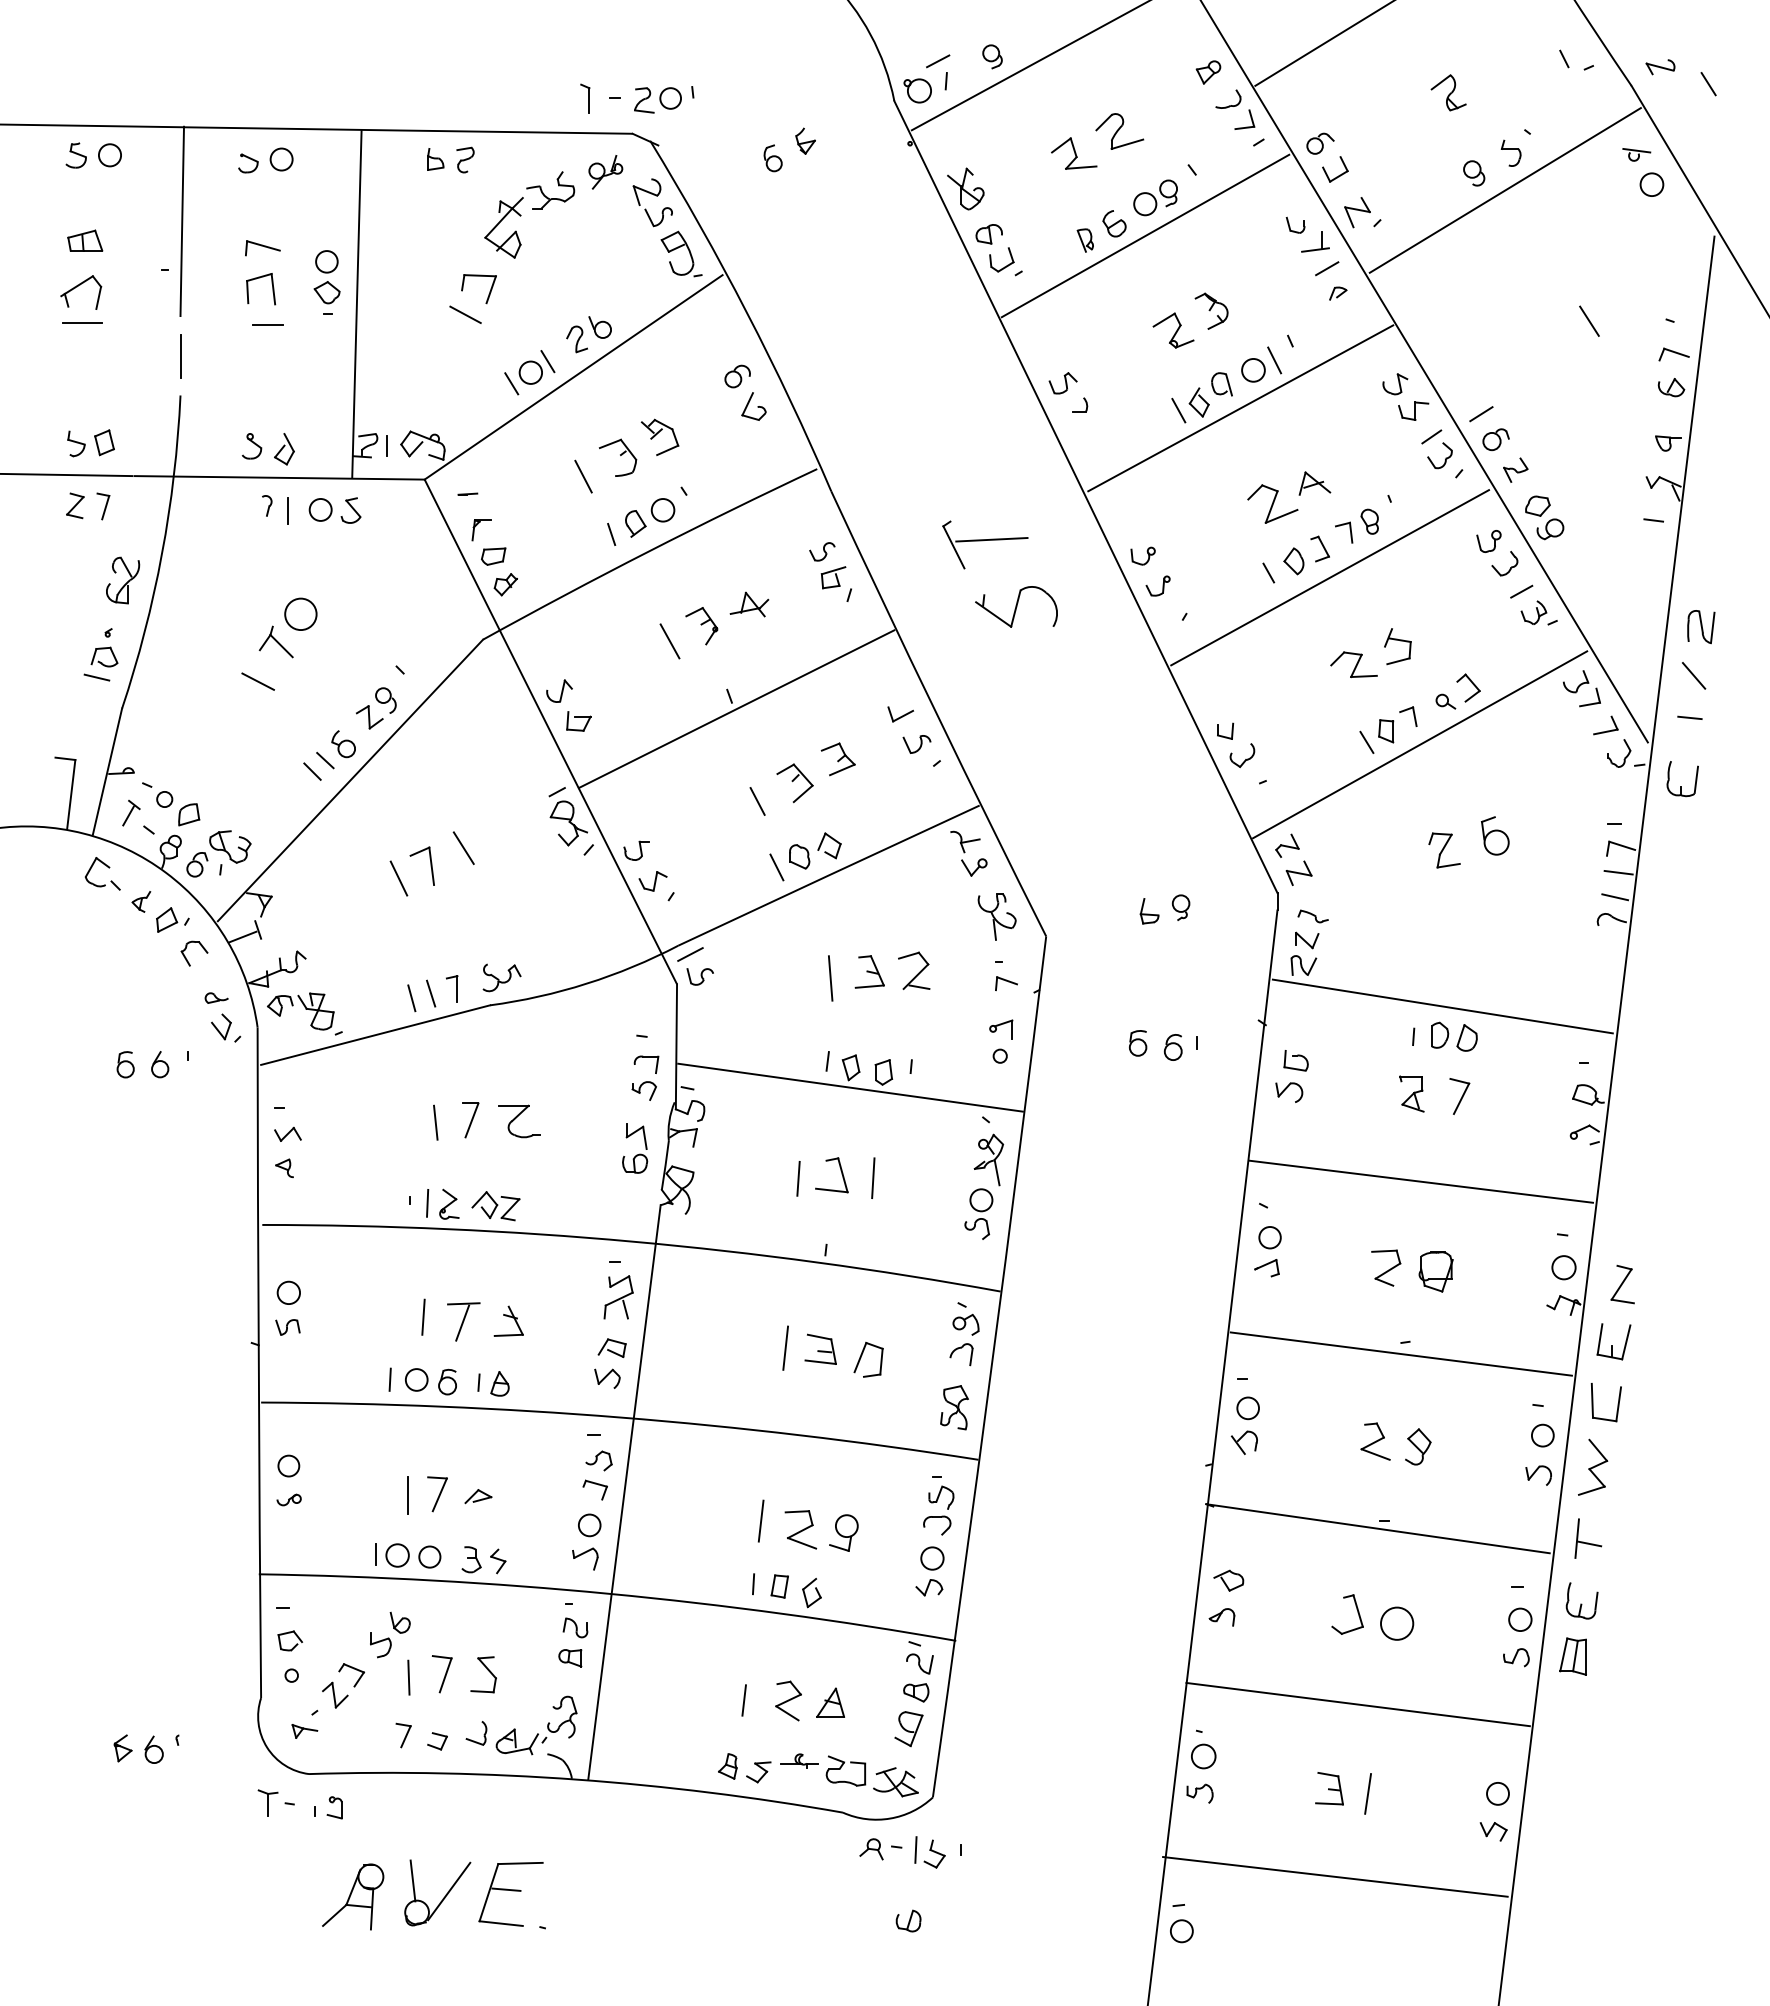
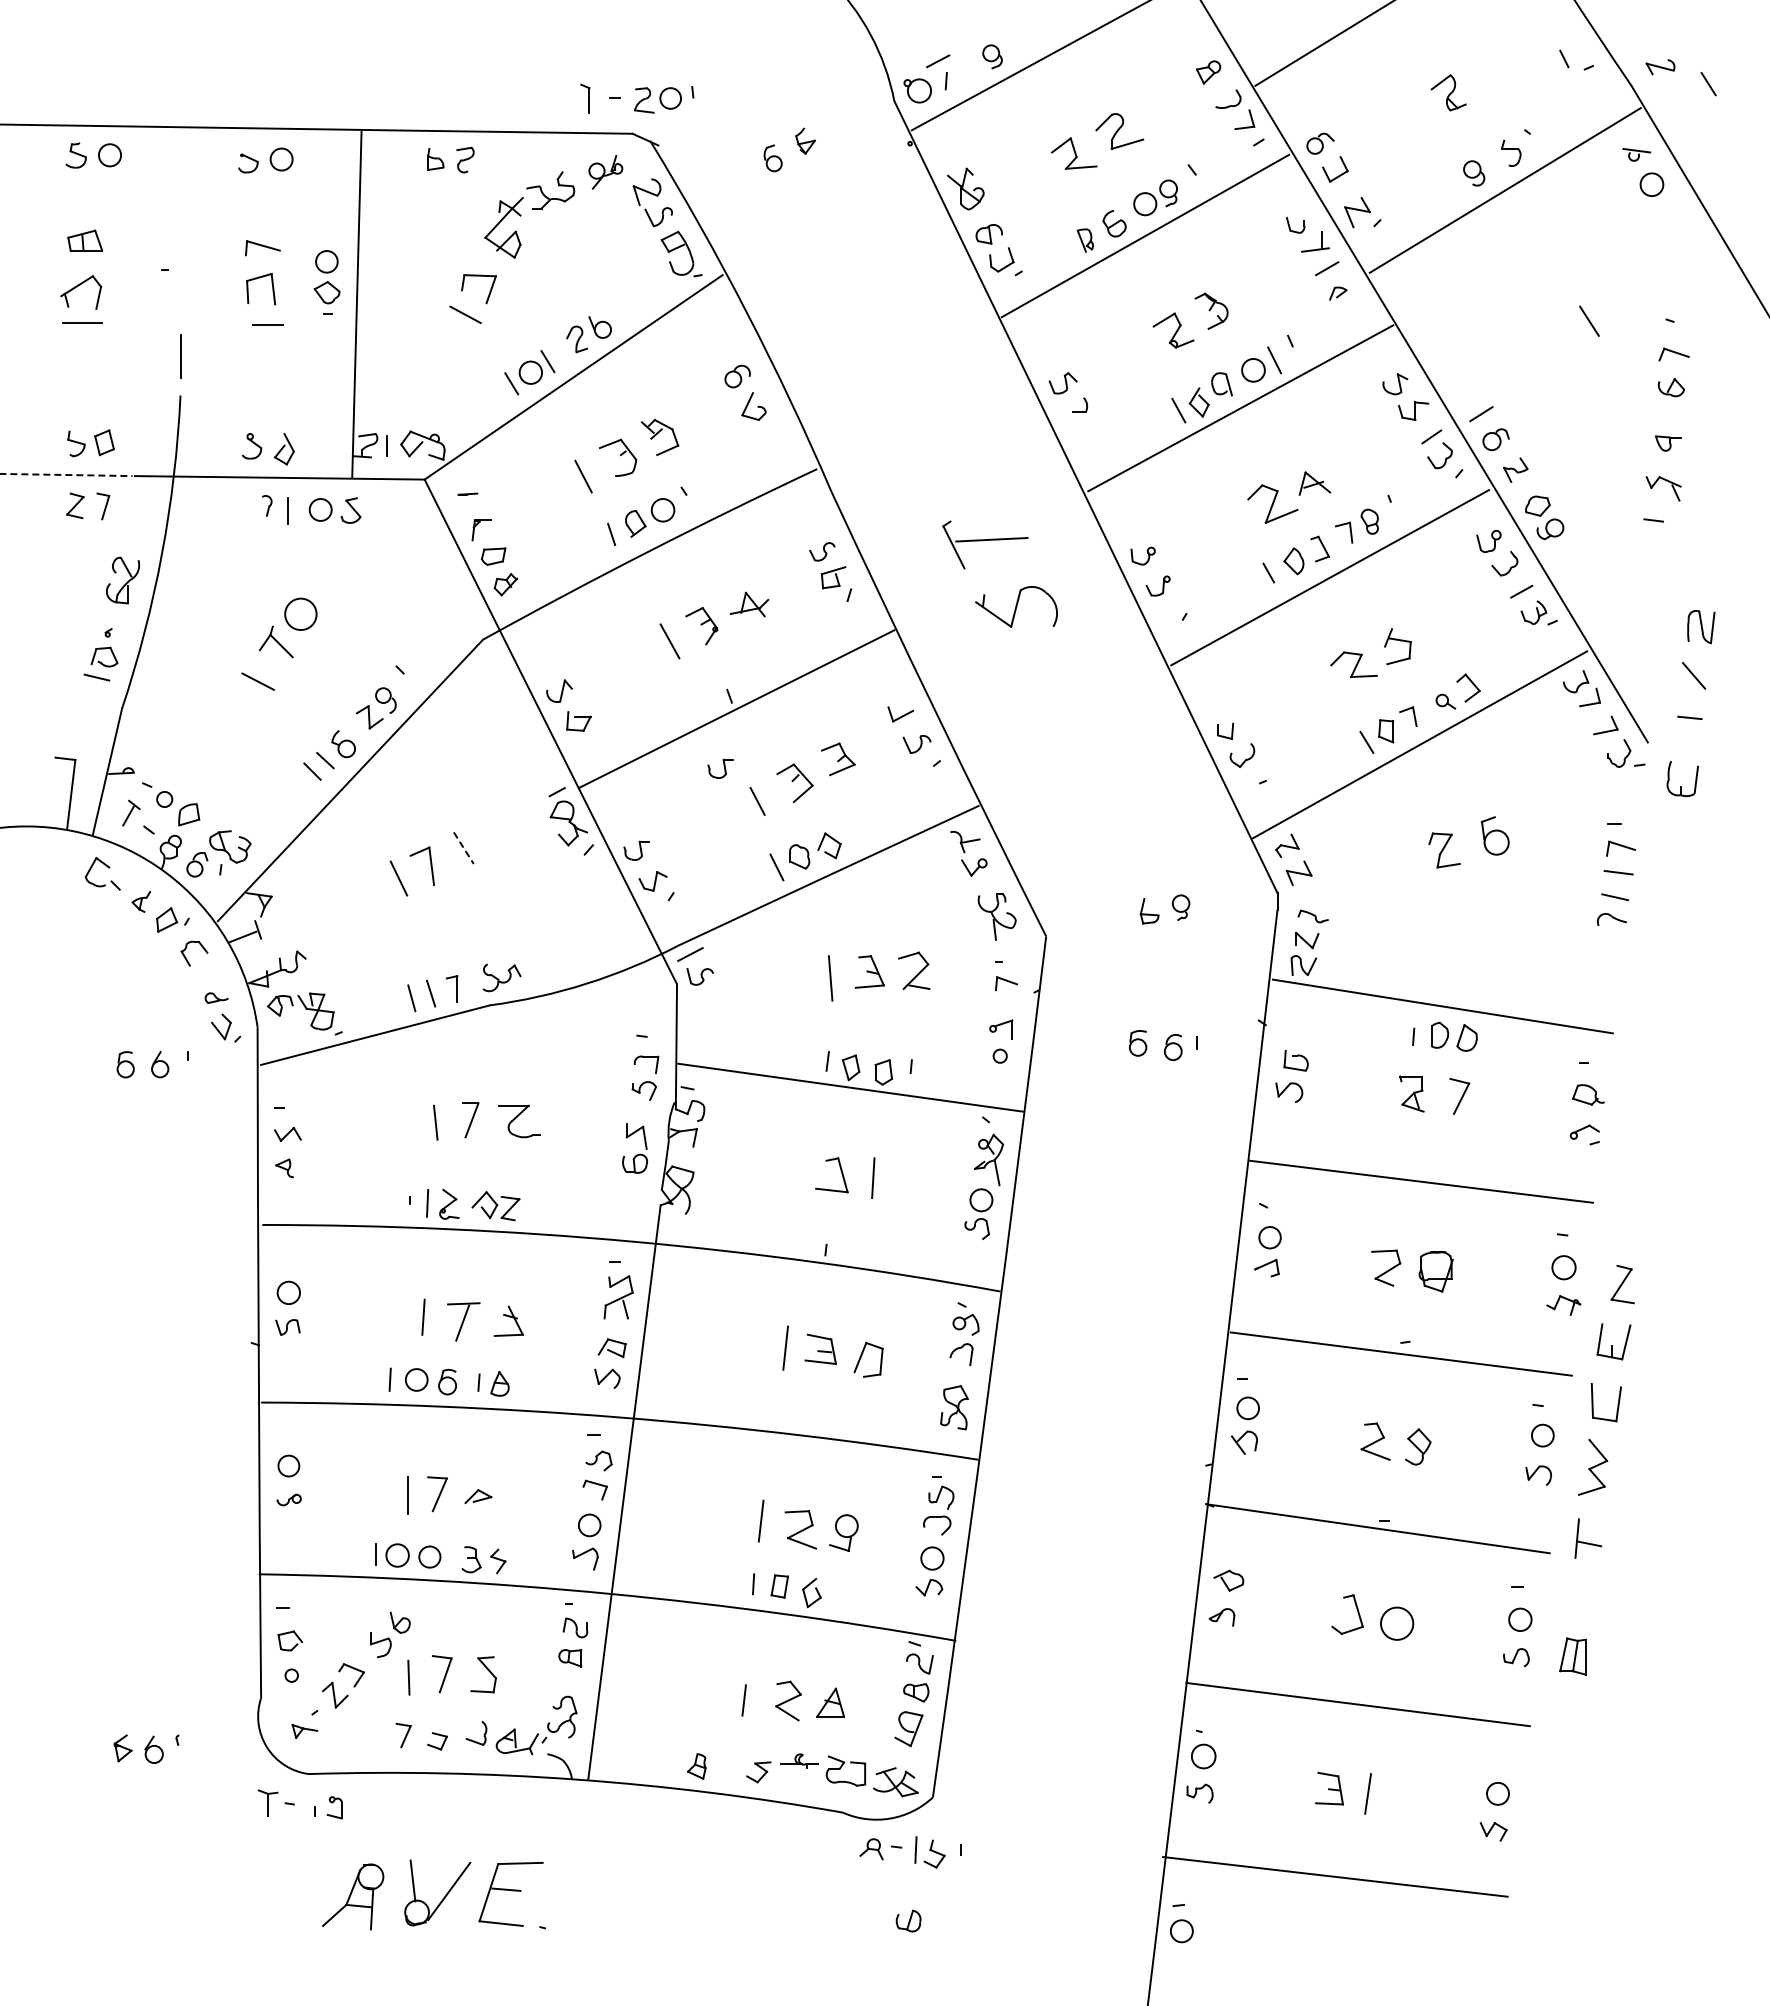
line at (182, 221): present -> none
line at (66, 475): solid -> dashed
part at (720, 768): none -> present
line at (463, 848): solid -> dashed
line at (1606, 1119): present -> none
line at (798, 1178): present -> none
part at (1581, 1600): present -> none
part at (727, 1766) position: (727, 1766) -> (696, 1766)
